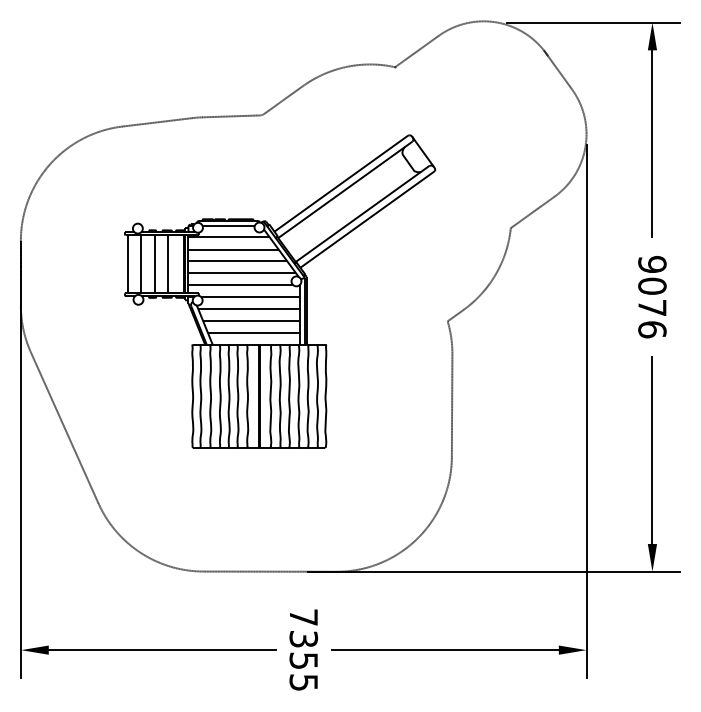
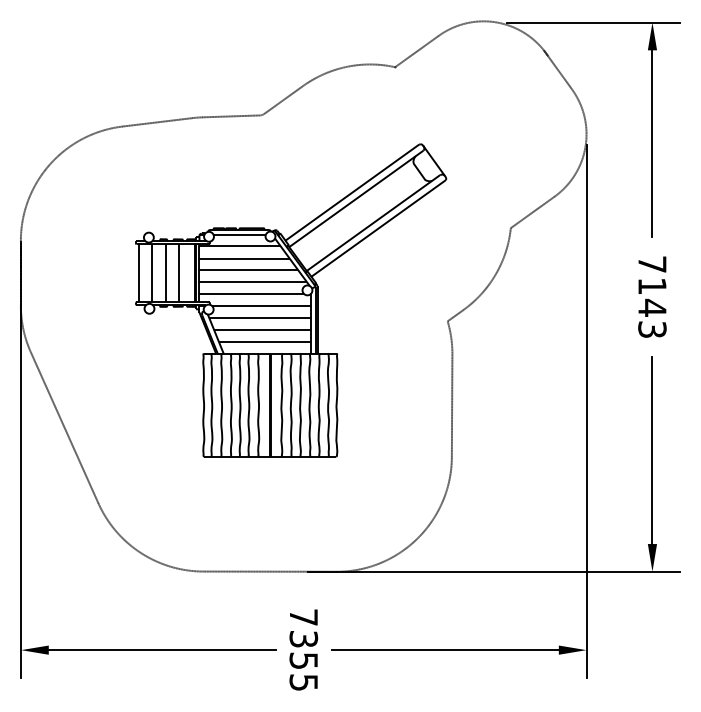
part at (280, 291) position: (280, 291) -> (291, 300)
text at (652, 297): 9076 -> 7143
